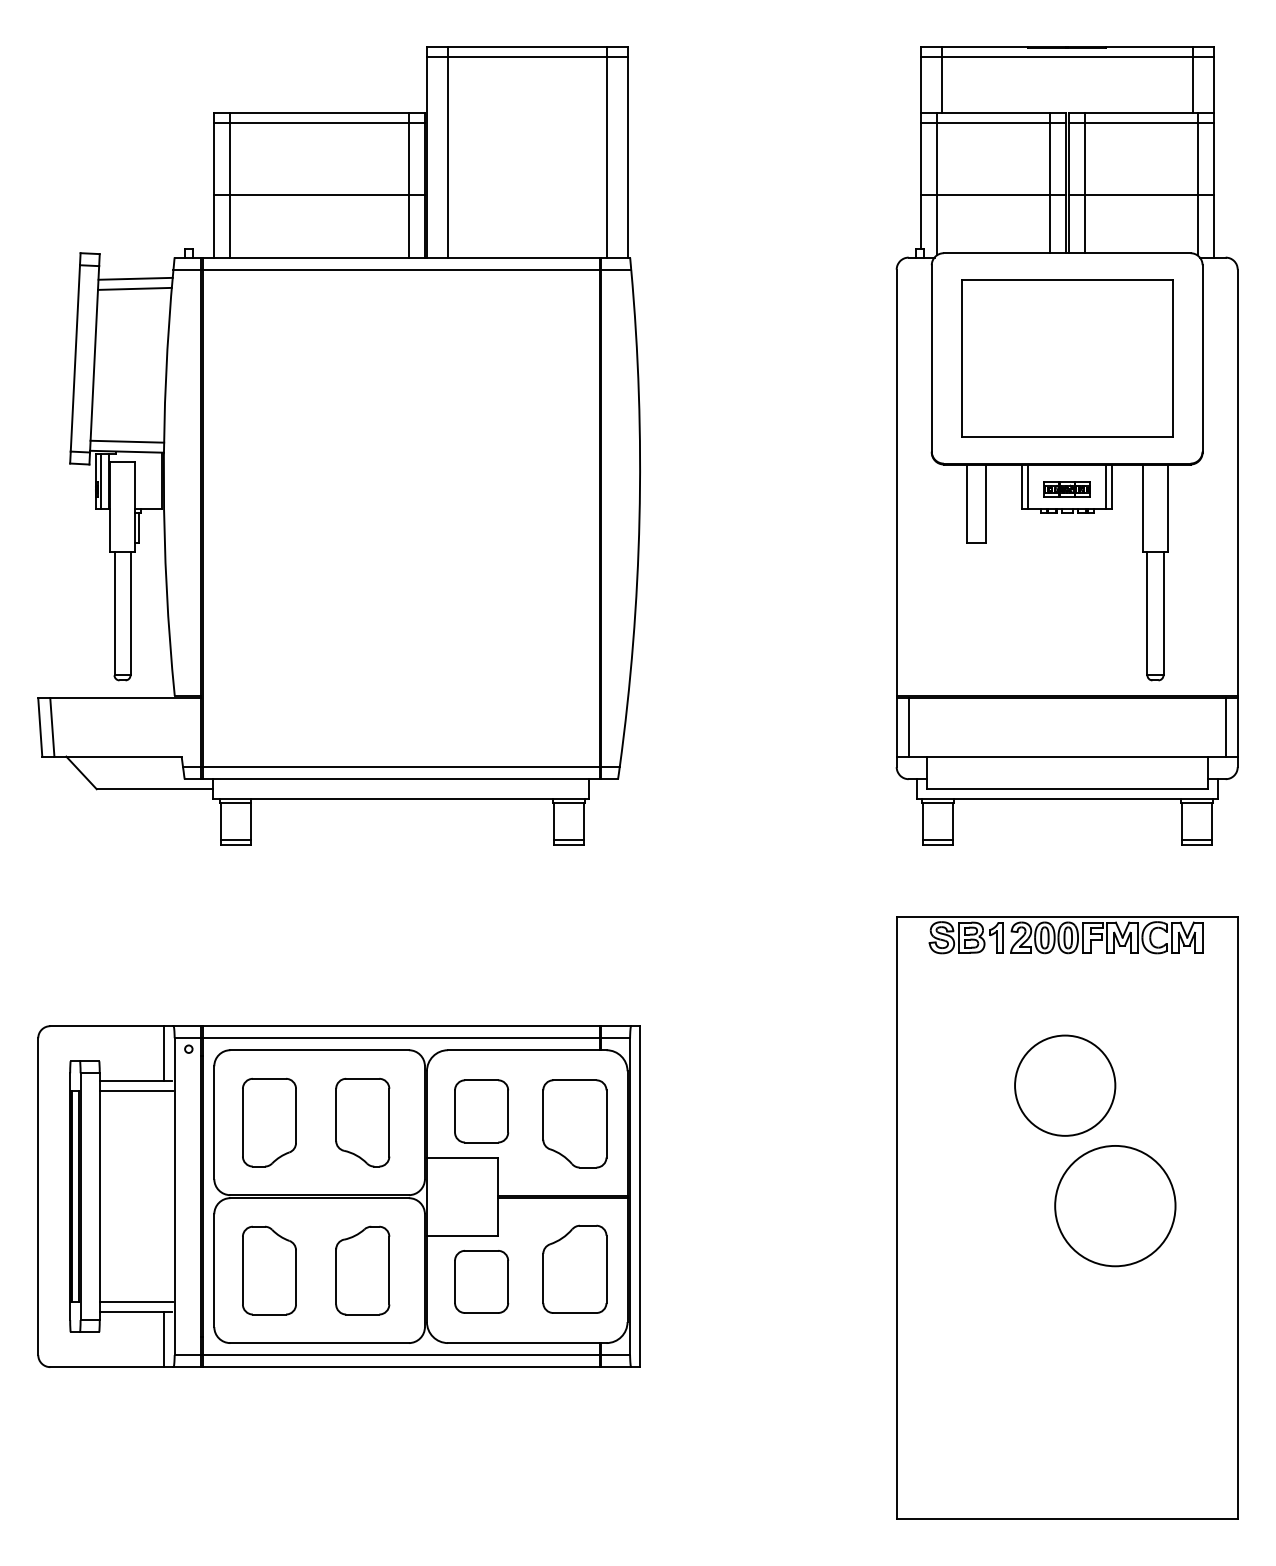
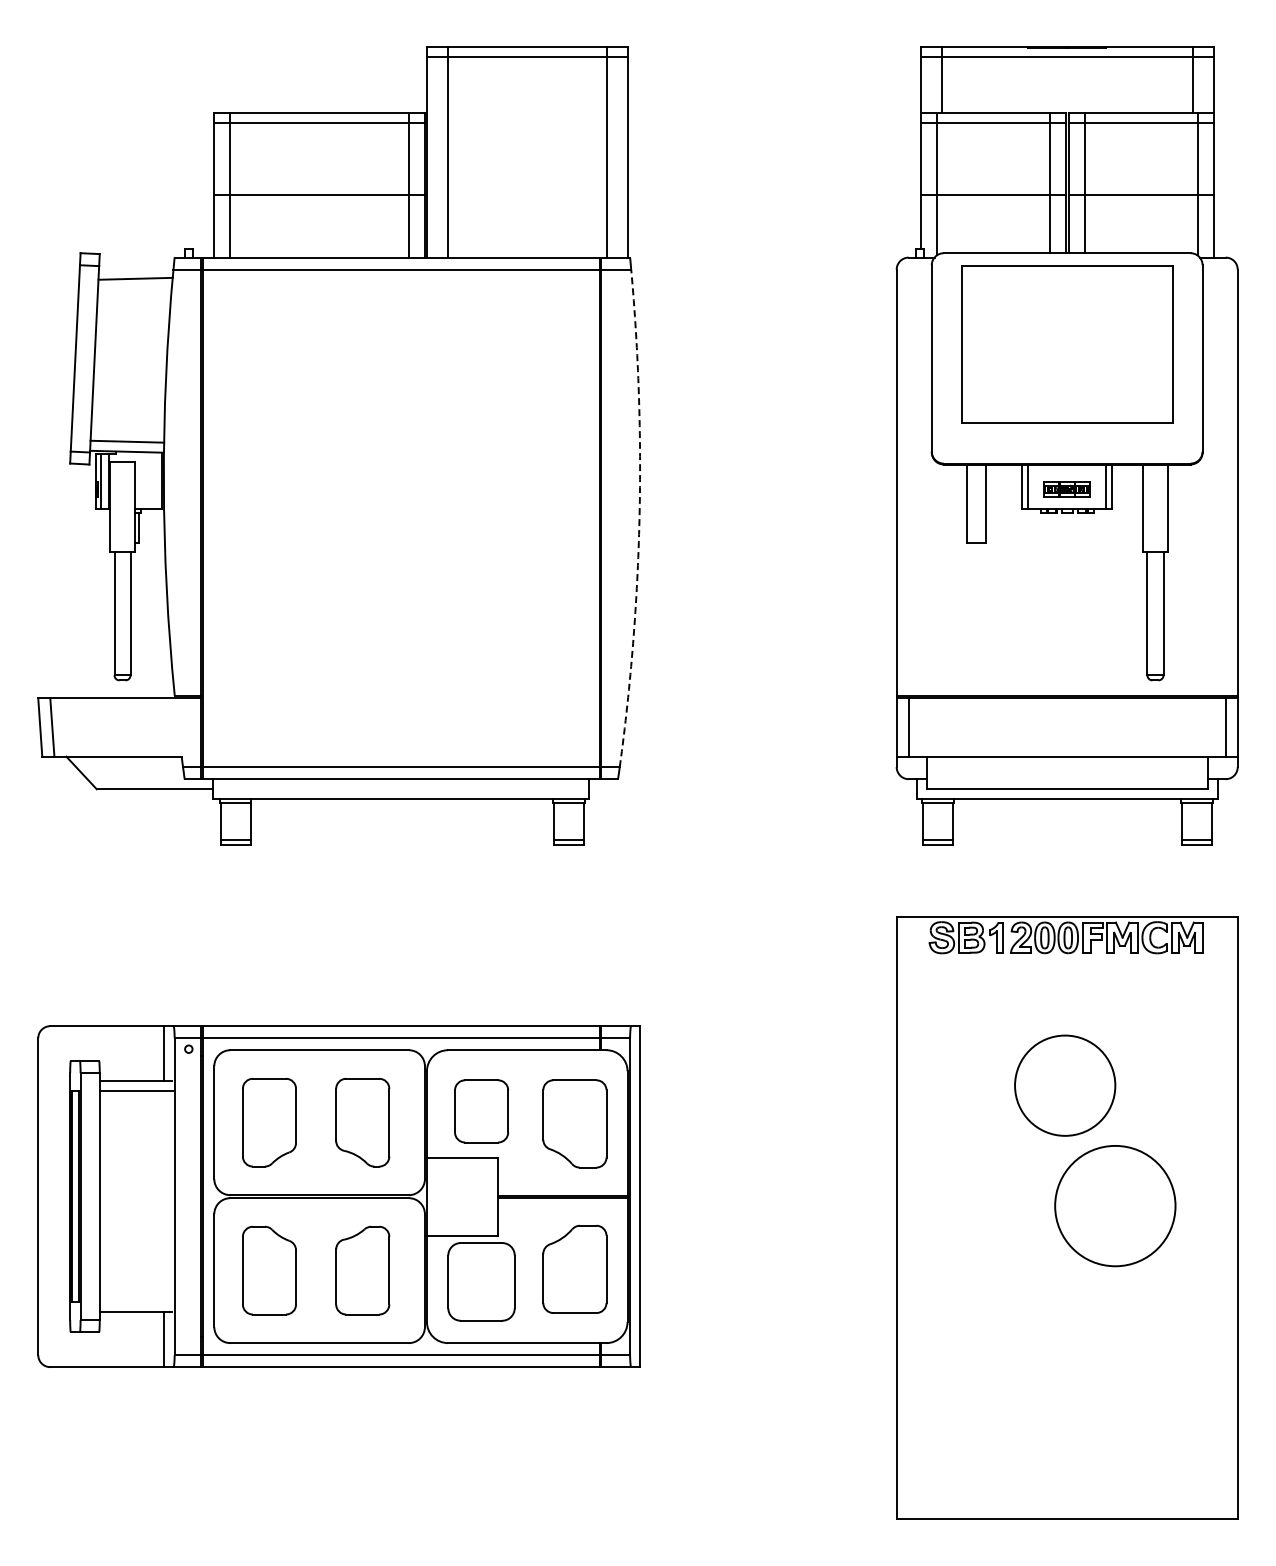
line at (134, 288): present -> none
part at (1067, 358) position: (1067, 358) -> (1067, 344)
arc at (639, 518): solid -> dashed
part at (481, 1281) size: 56x64 px -> 69x80 px
line at (135, 1301): present -> none
